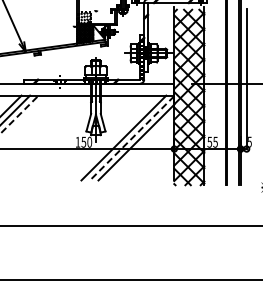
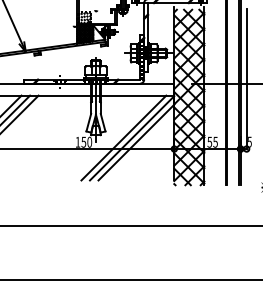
line at (19, 114): dashed -> solid
line at (132, 138): dashed -> solid
